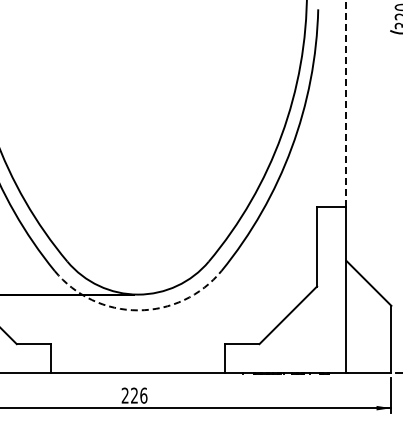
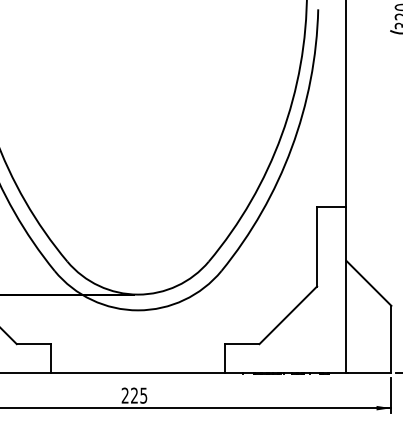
line at (346, 103): dashed -> solid
arc at (138, 310): dashed -> solid
text at (143, 395): 226 -> 225
